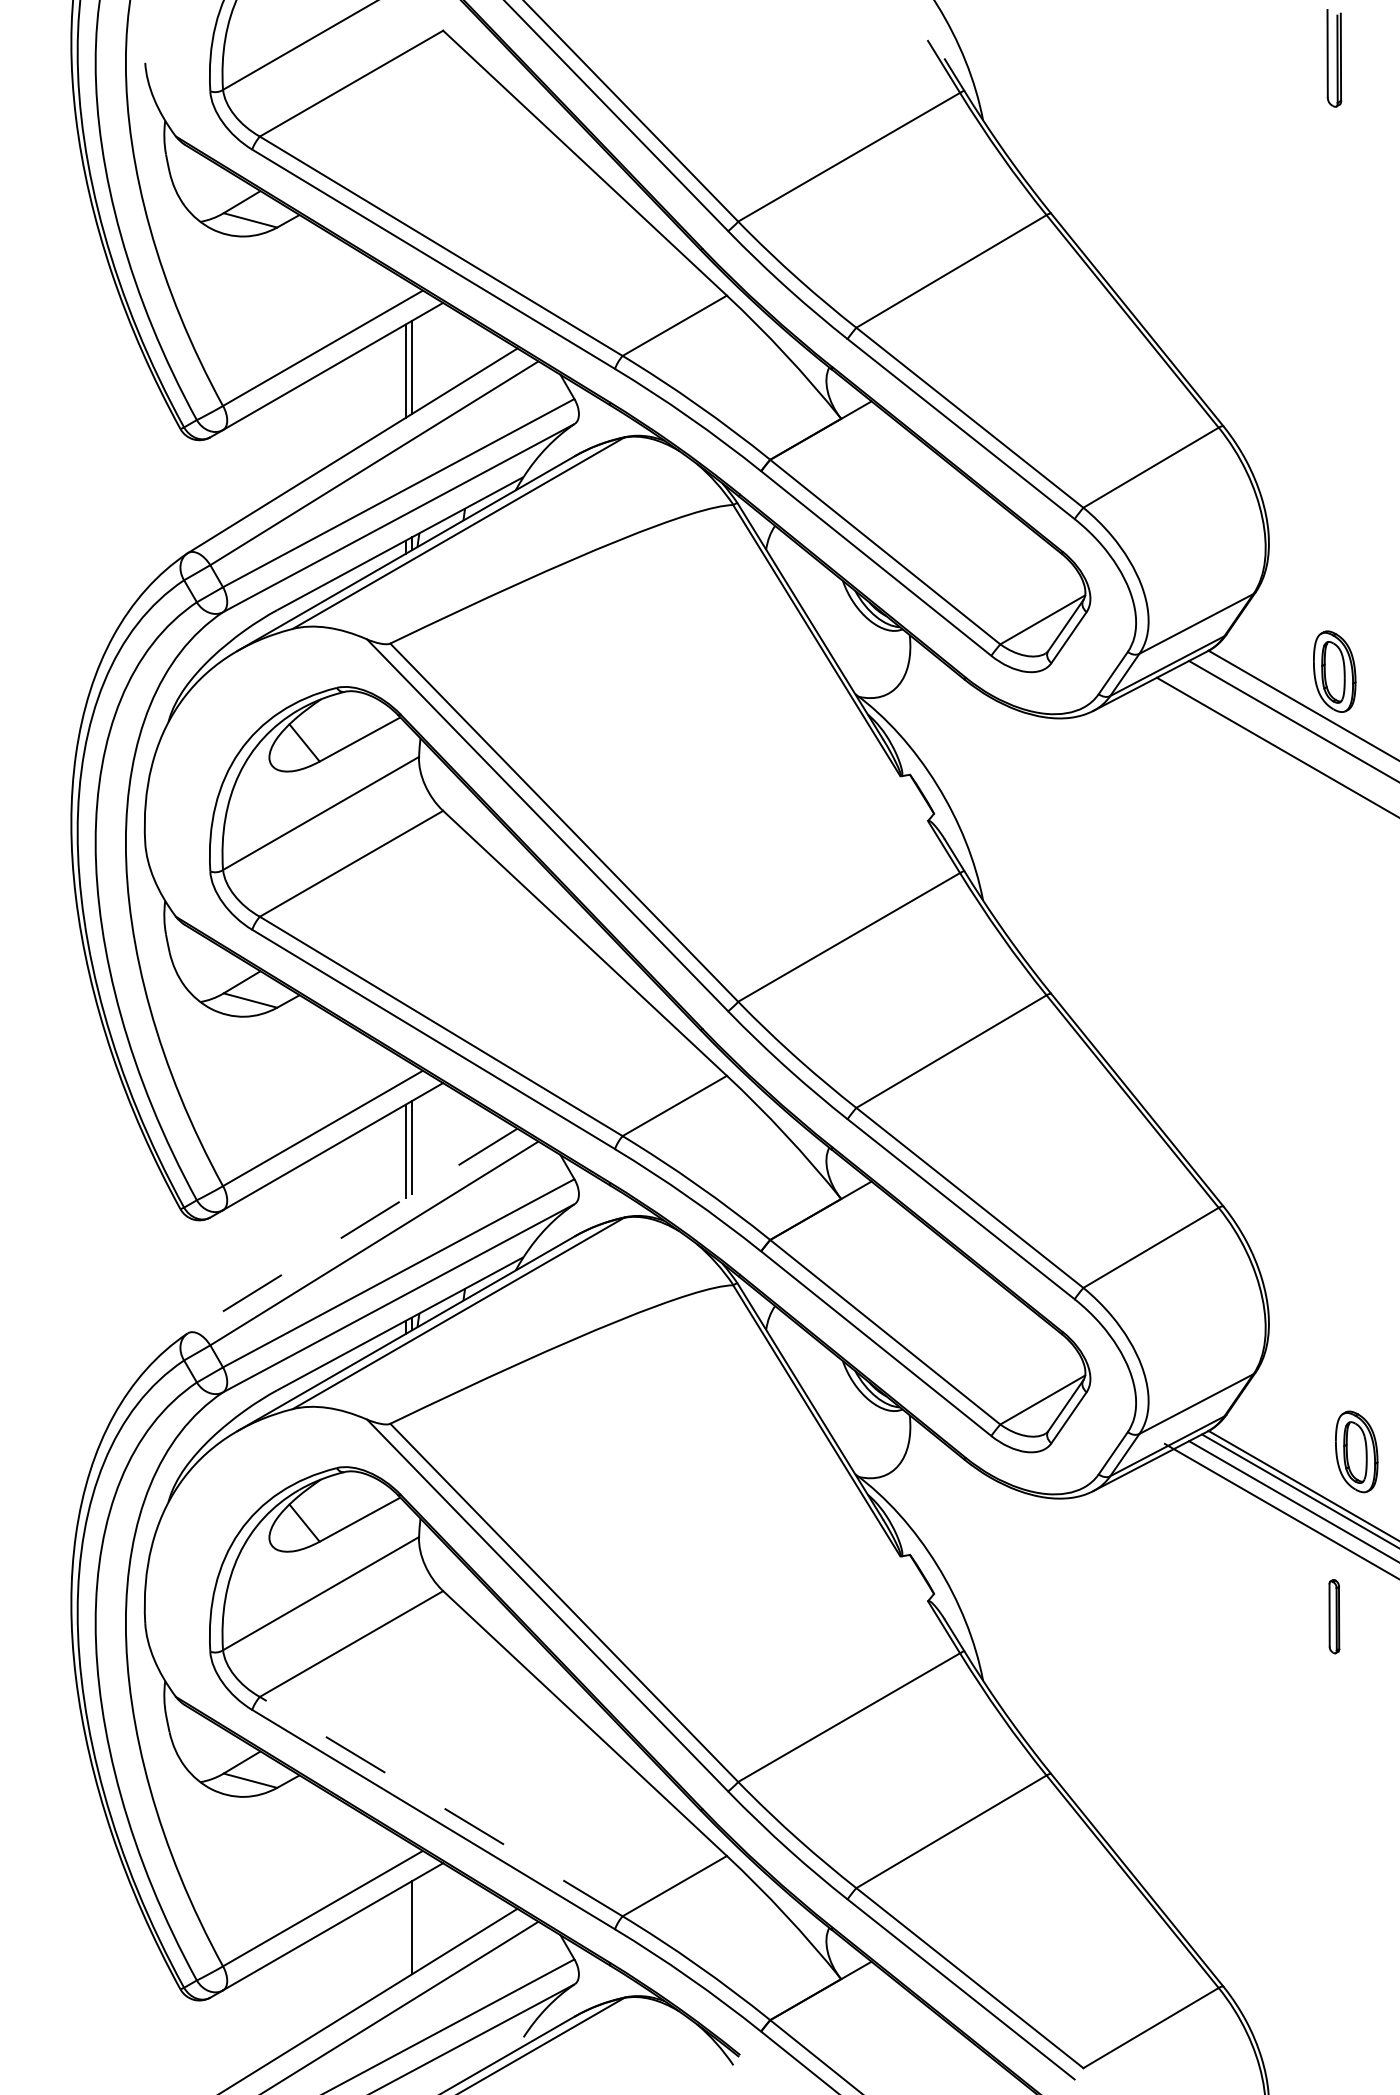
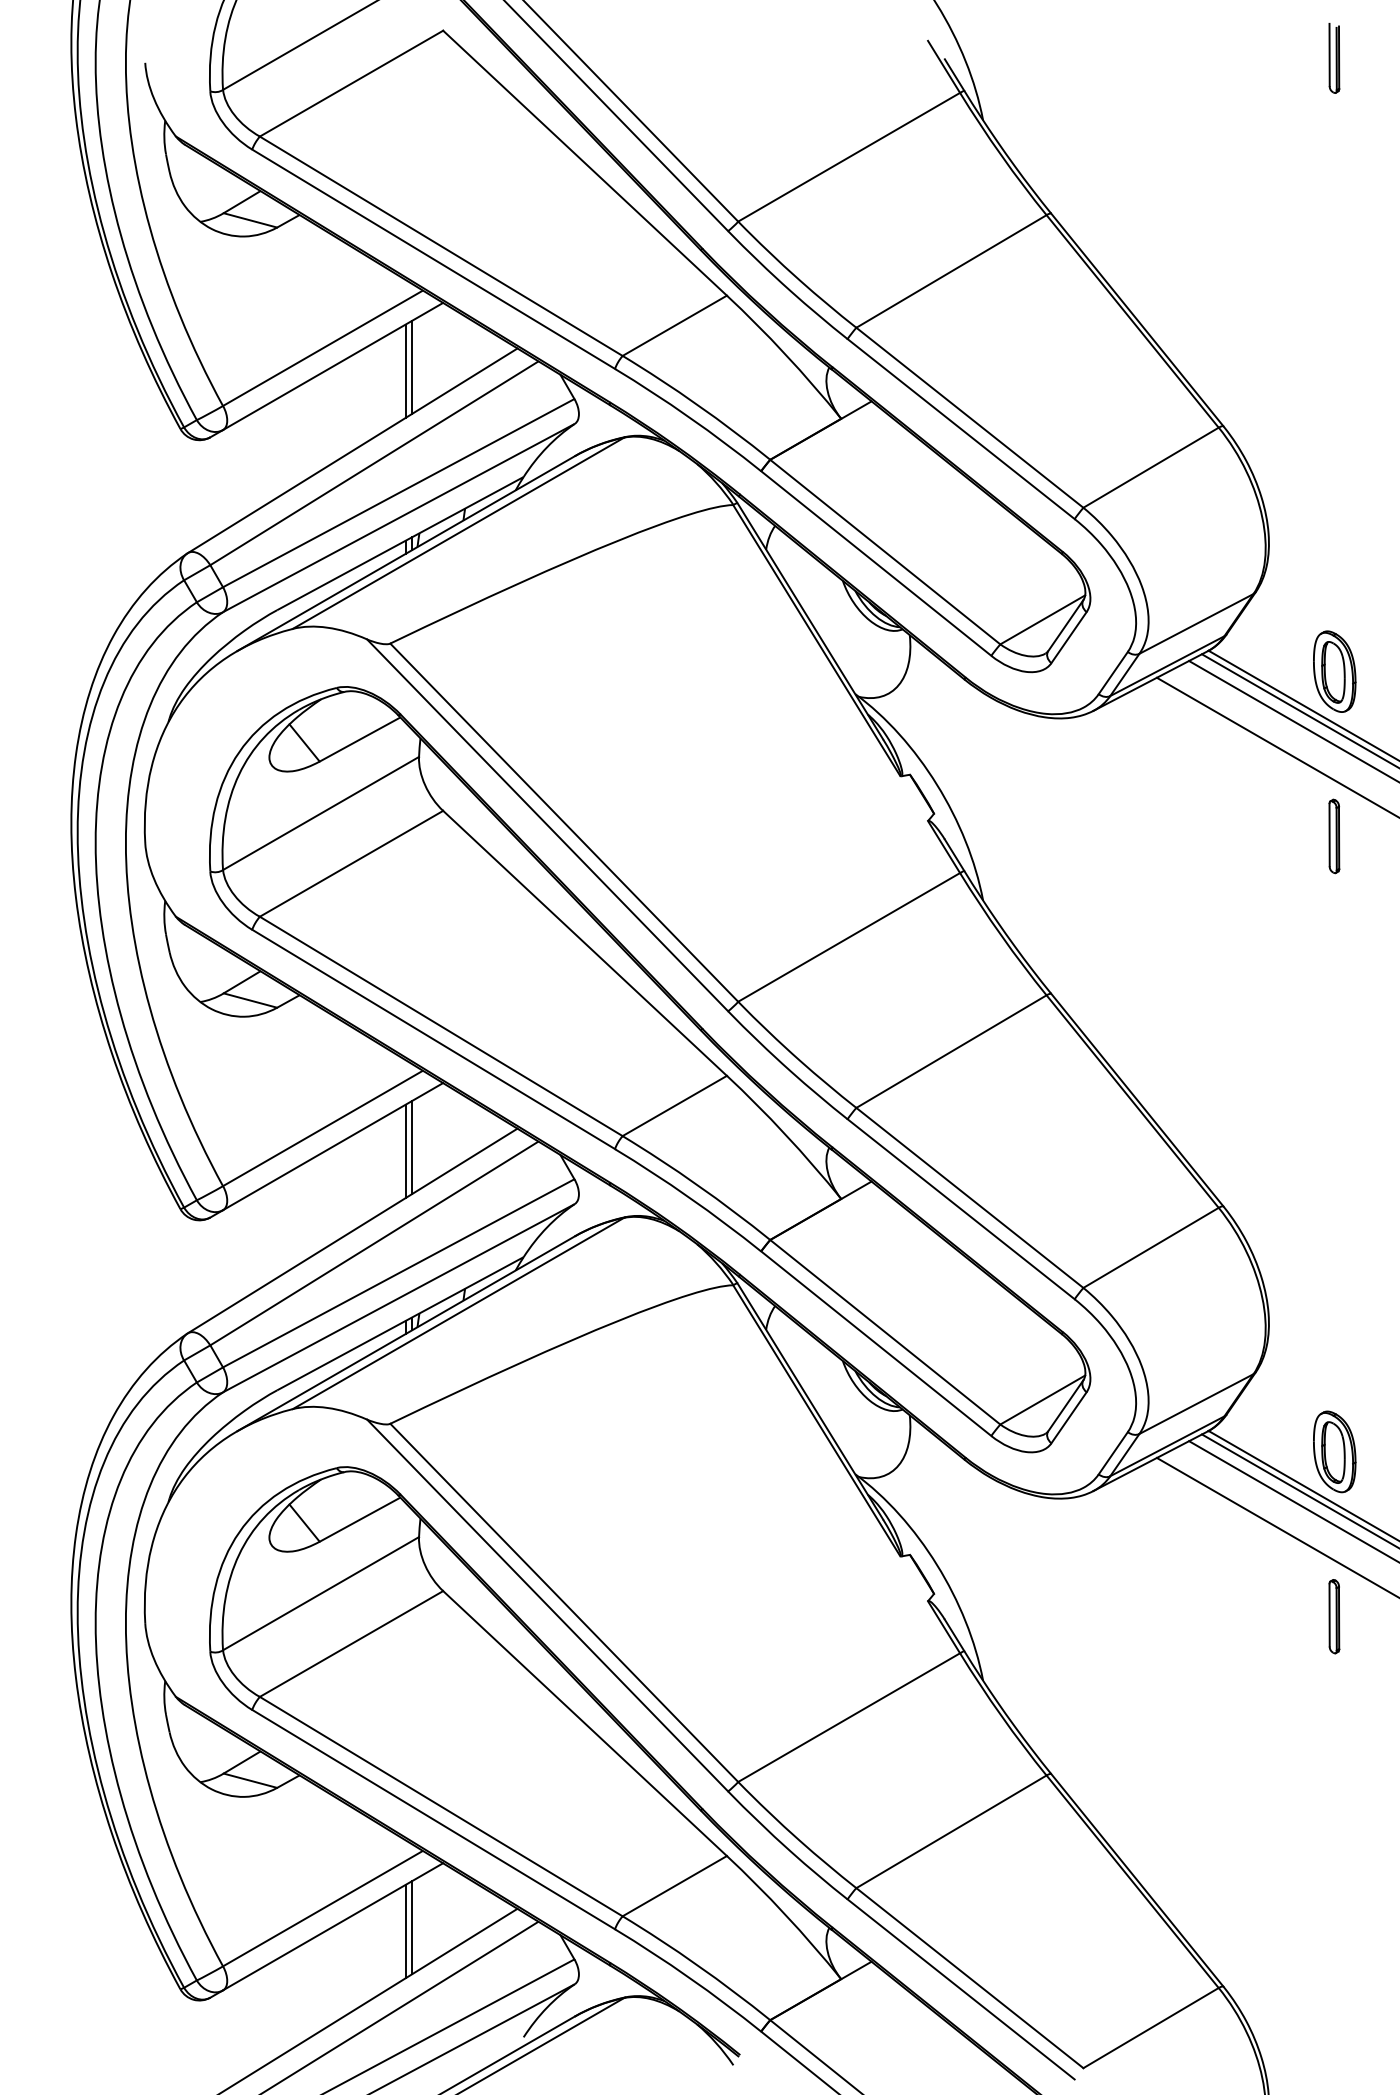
part at (1334, 58) size: 17x99 px -> 13x71 px
line at (1298, 710): none -> present
part at (1334, 836): none -> present
line at (352, 1230): dashed -> solid
part at (1356, 1451) position: (1356, 1451) -> (1334, 1451)
line at (1280, 1510) position: (1280, 1510) -> (1276, 1526)
line at (441, 1806): dashed -> solid
line at (405, 1931): none -> present
